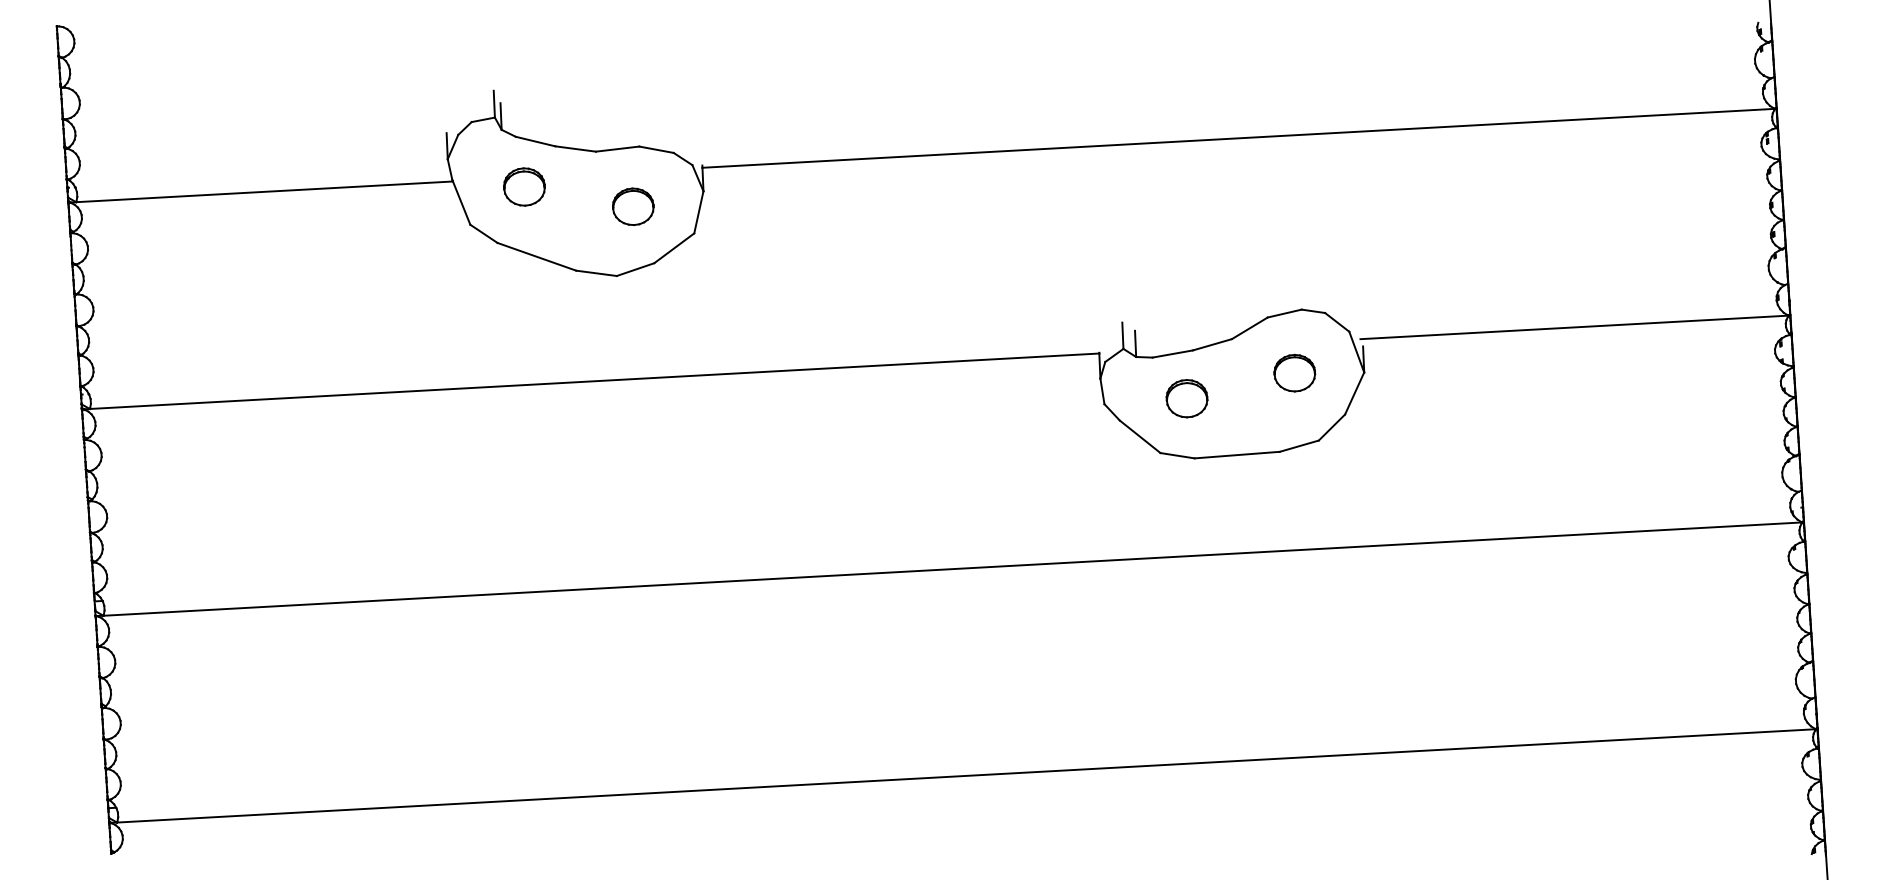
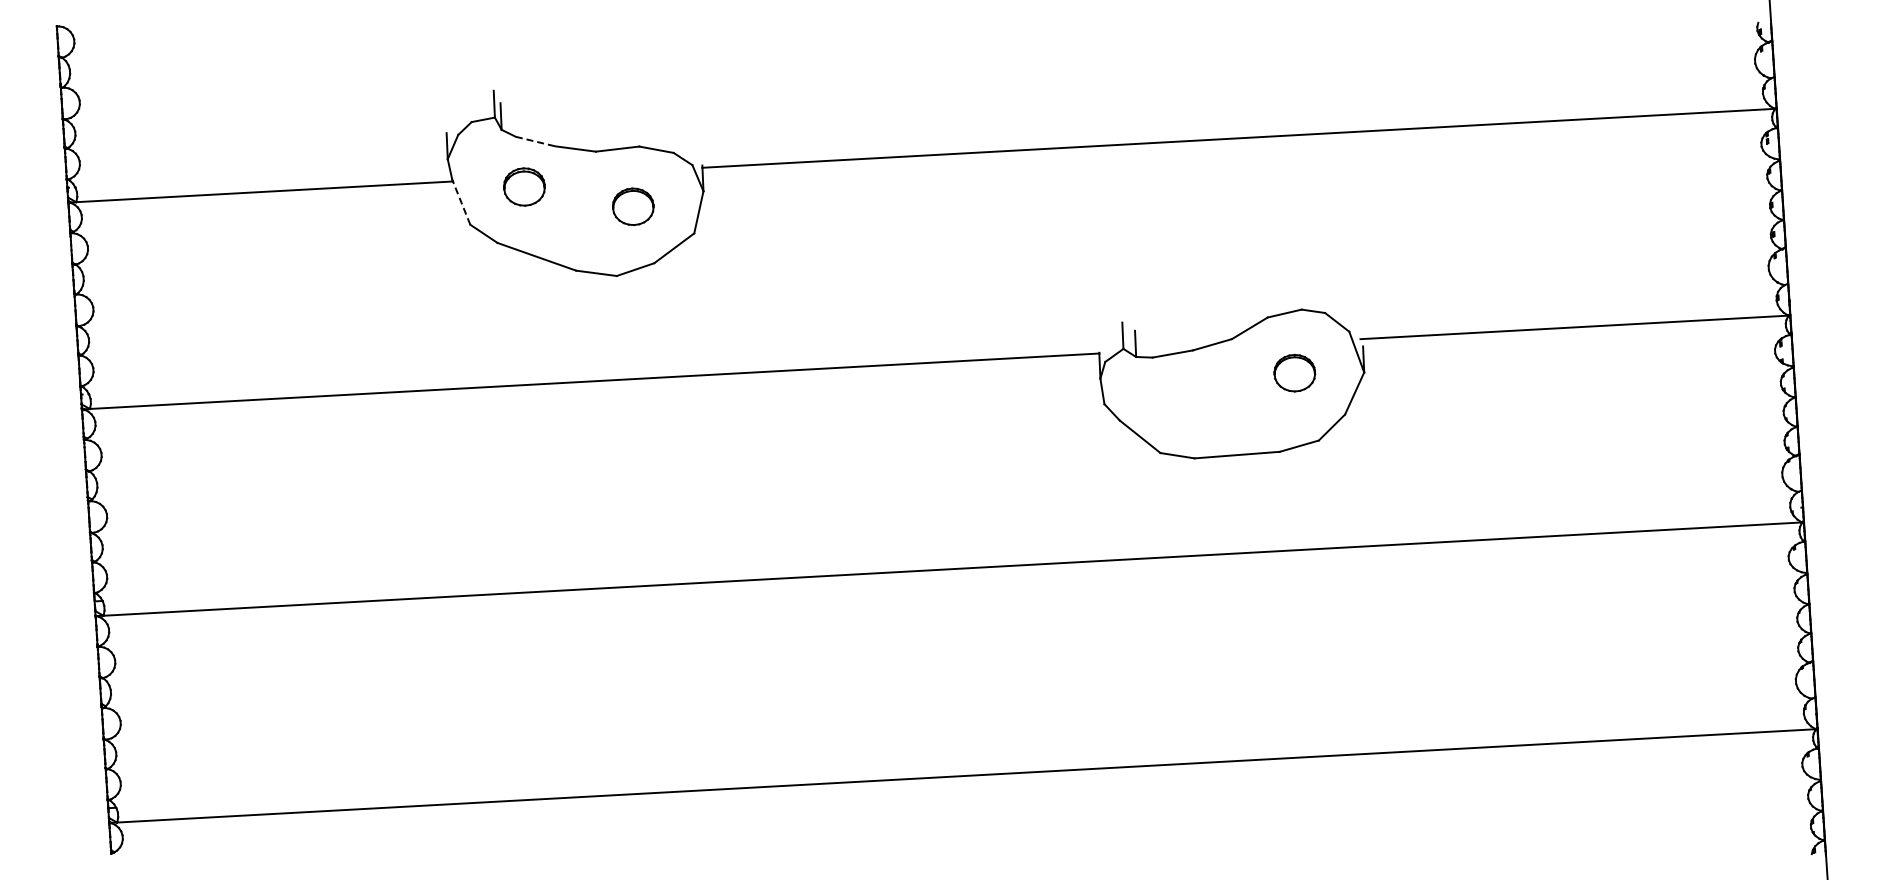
line at (536, 141): solid -> dashed
line at (461, 202): solid -> dashed
part at (1186, 398): present -> none
